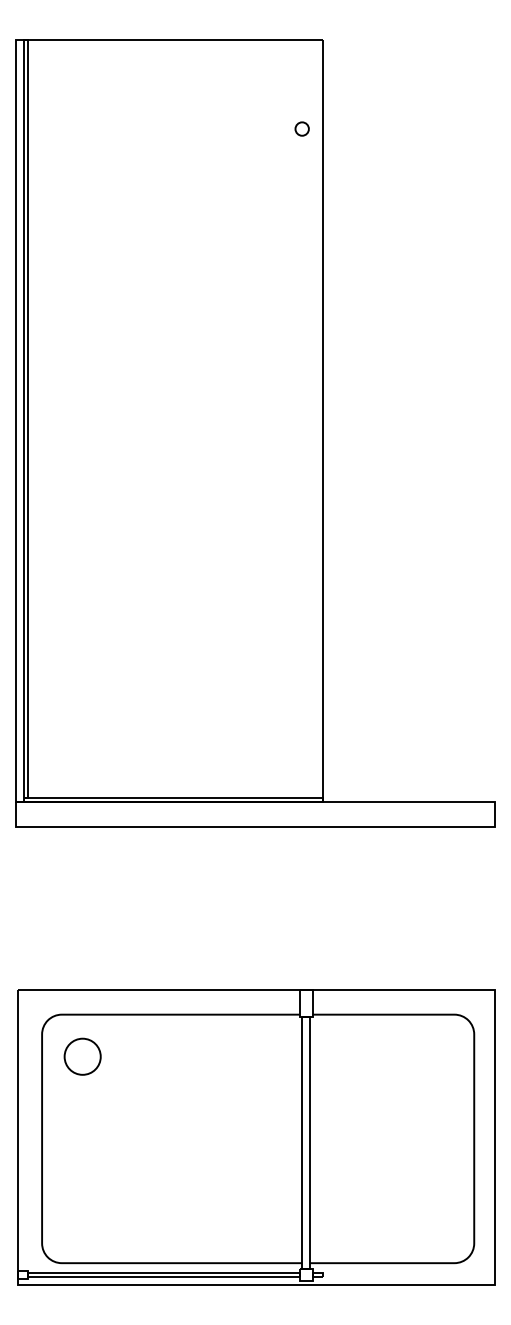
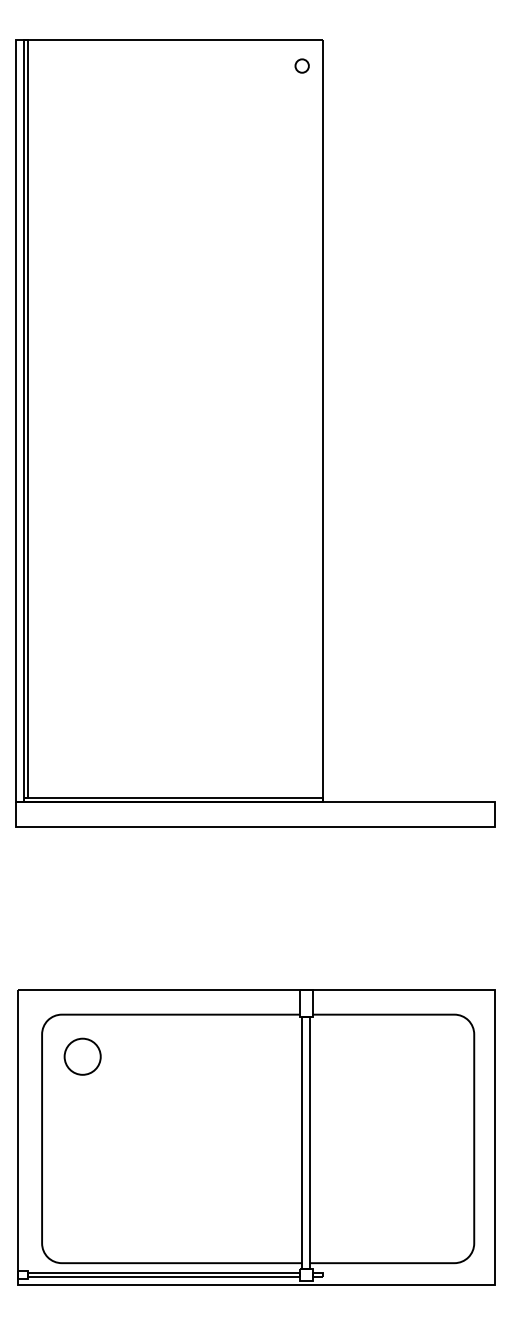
circle at (301, 128) position: (301, 128) -> (301, 65)
